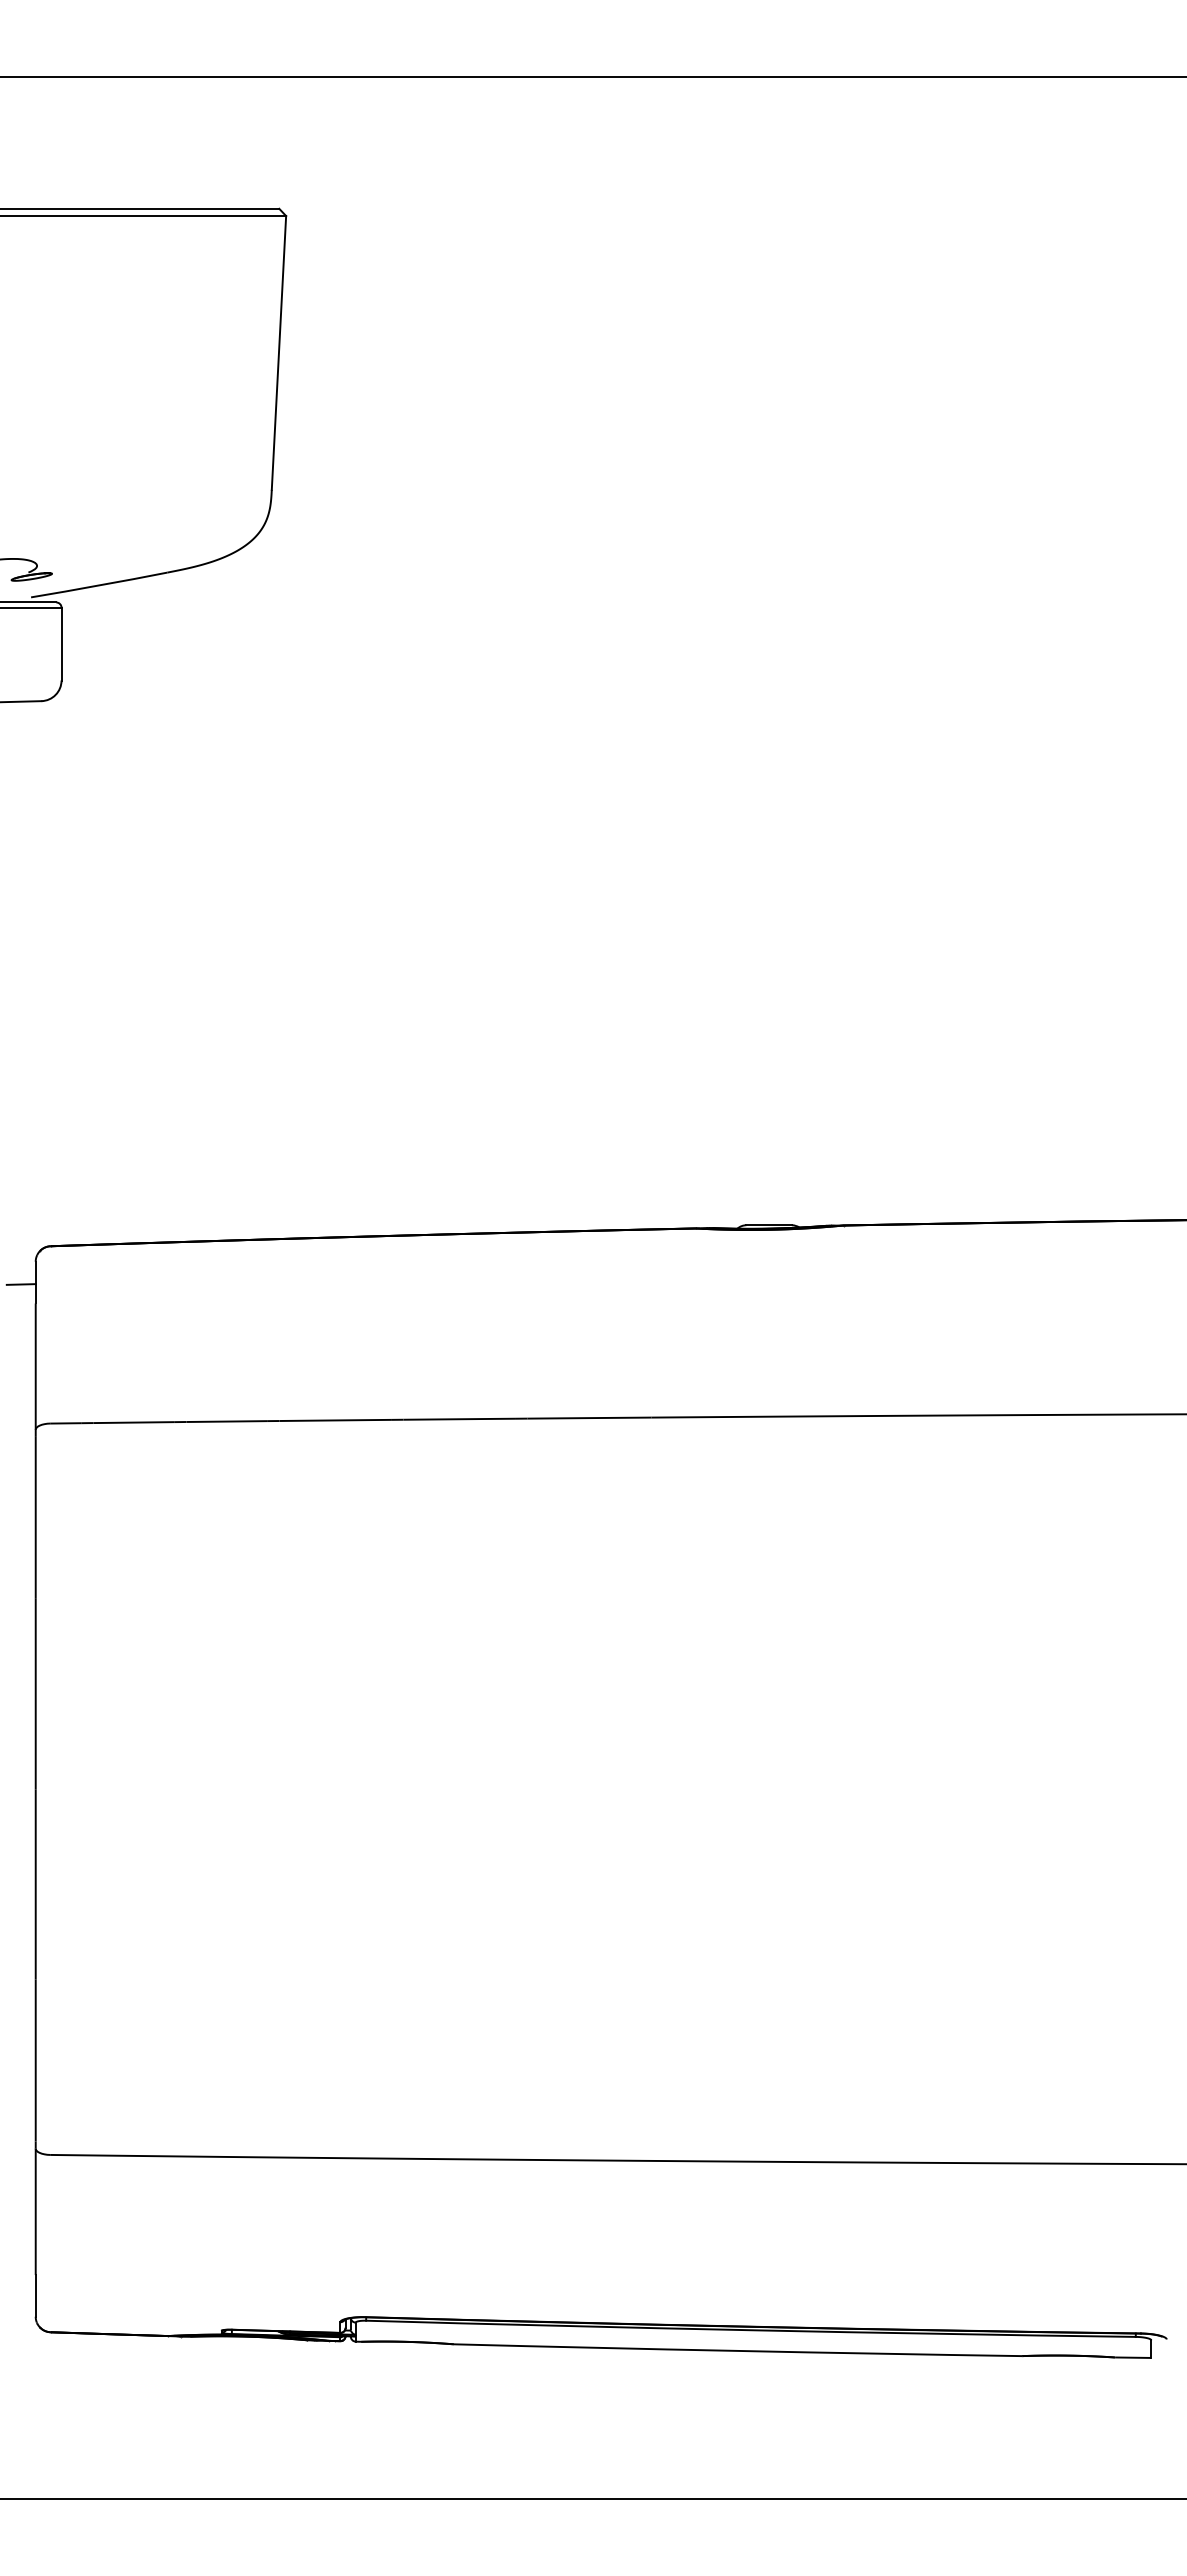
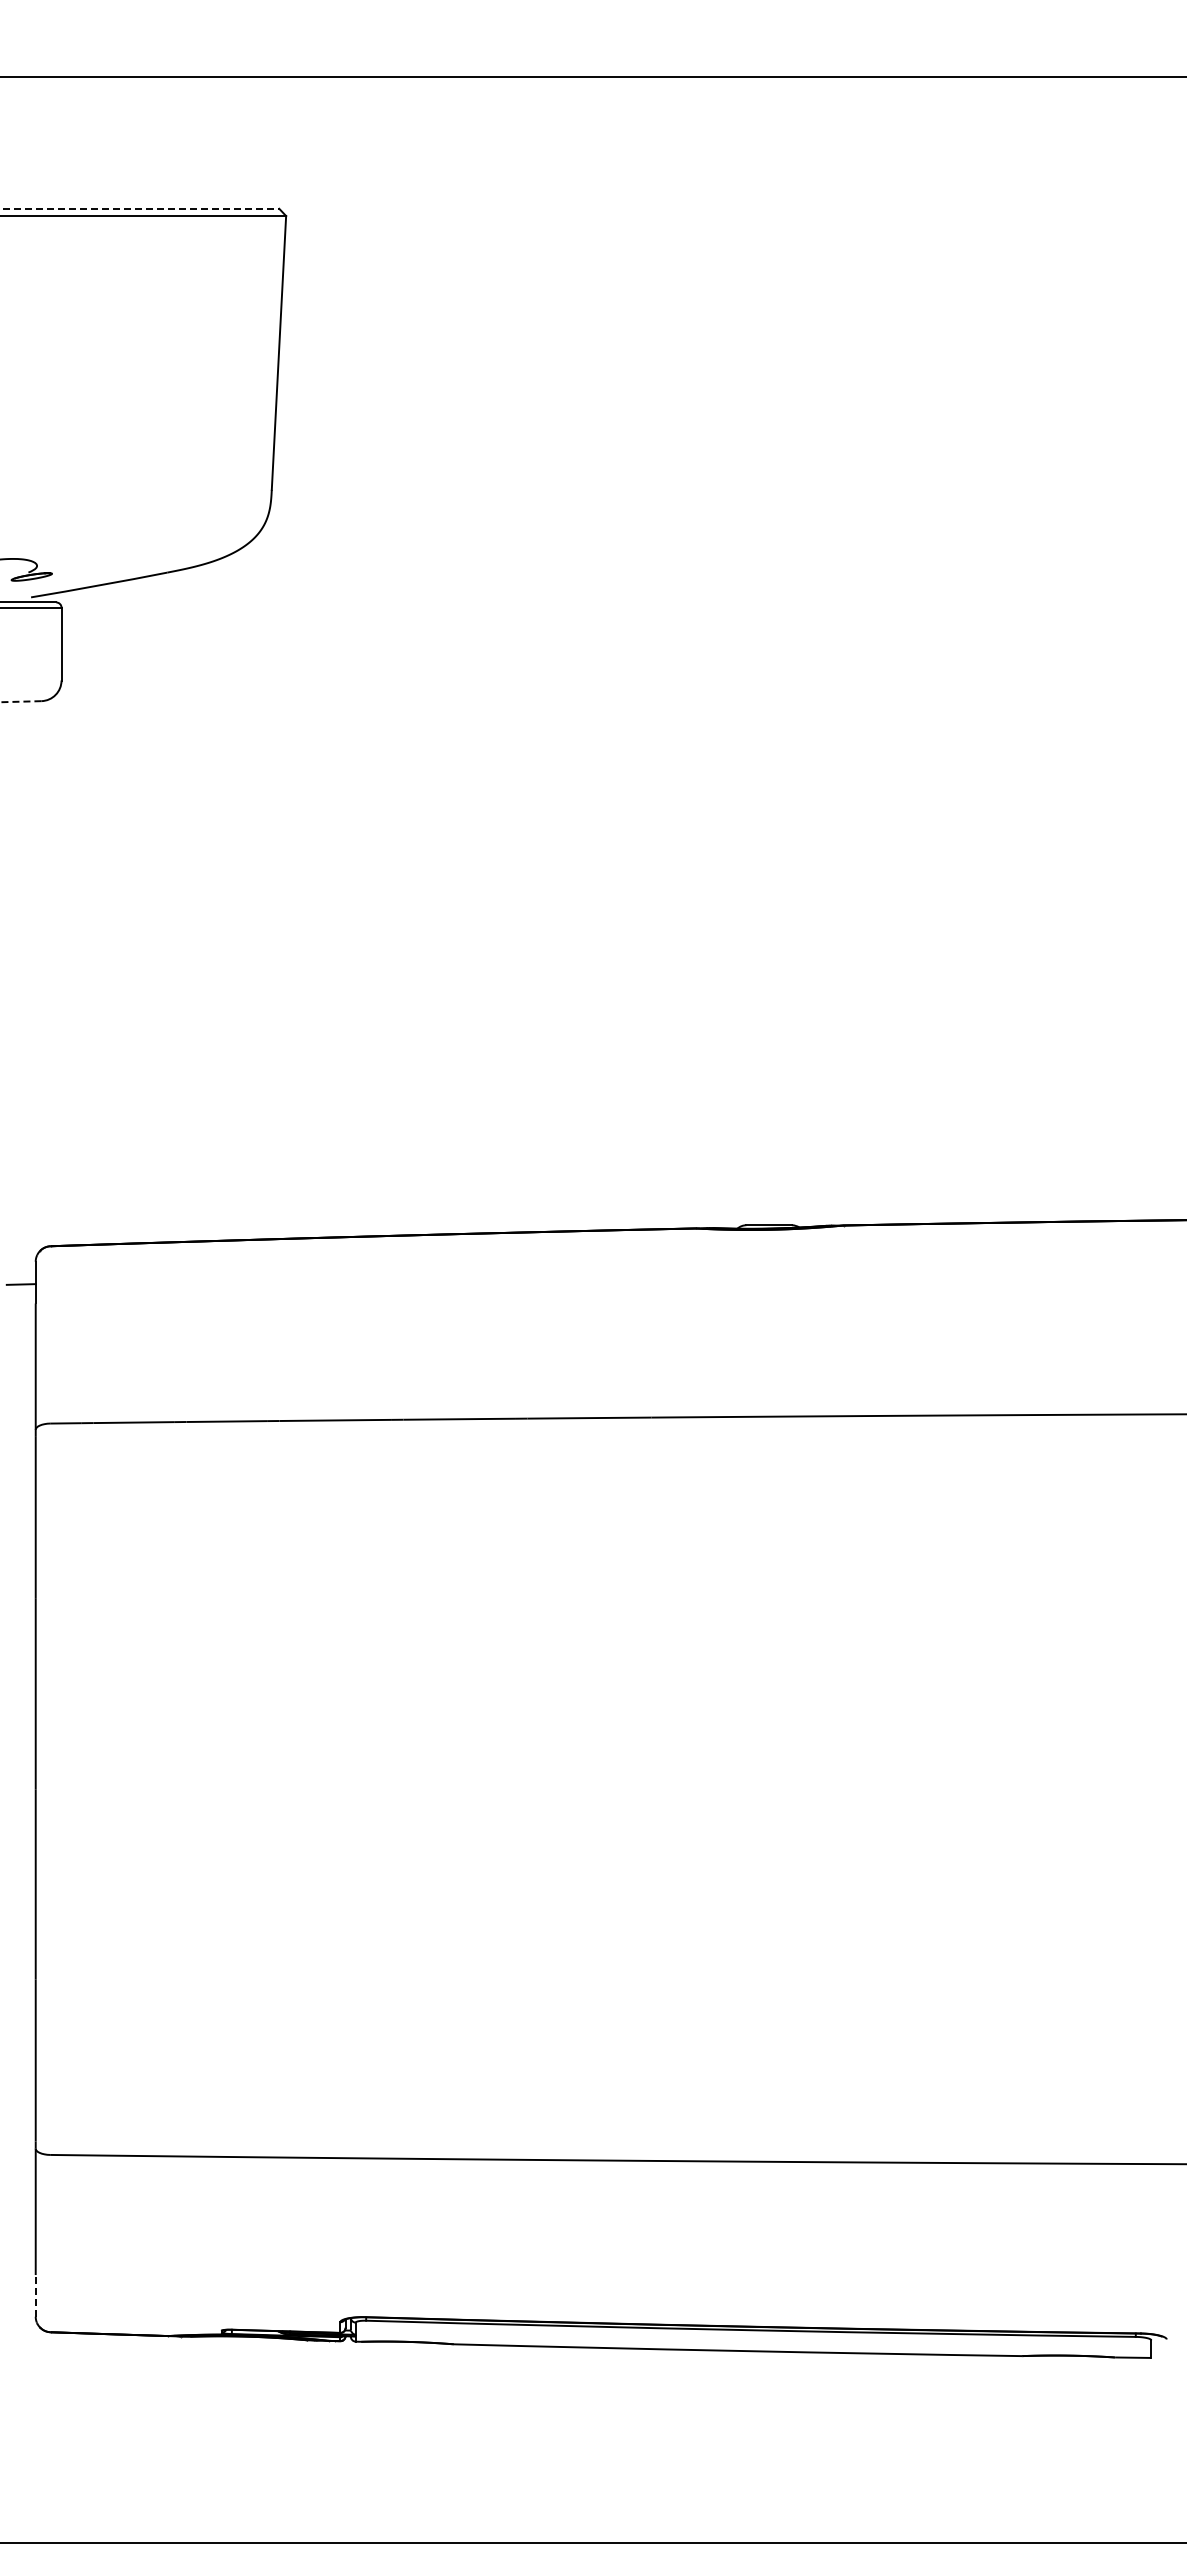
line at (140, 208): solid -> dashed
line at (20, 701): solid -> dashed
line at (35, 2295): solid -> dashed
line at (592, 2498) position: (592, 2498) -> (592, 2542)
